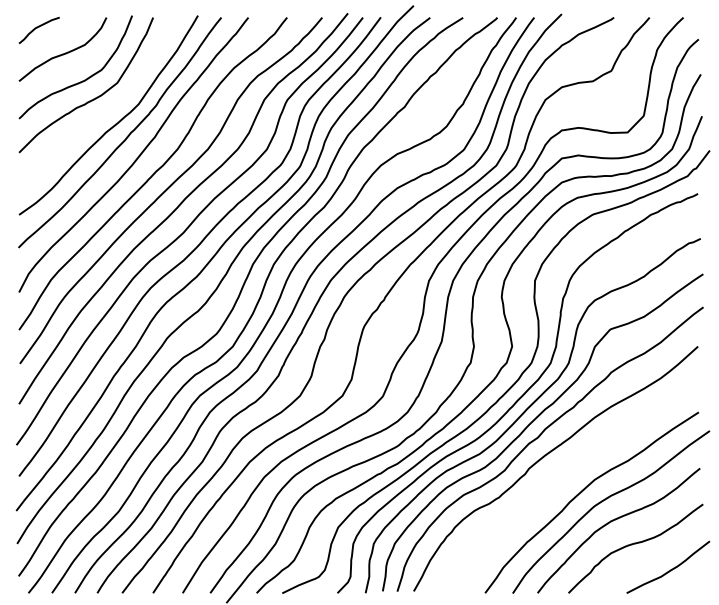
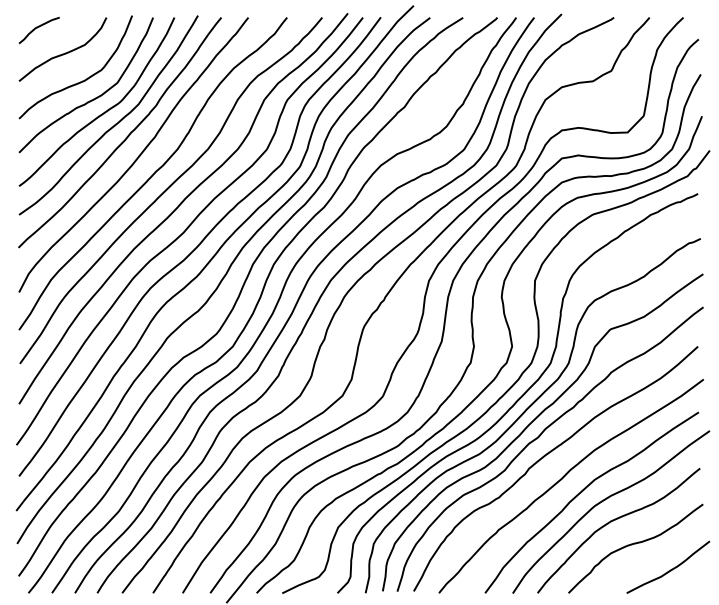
curve at (104, 111): none -> present
curve at (563, 478): none -> present
